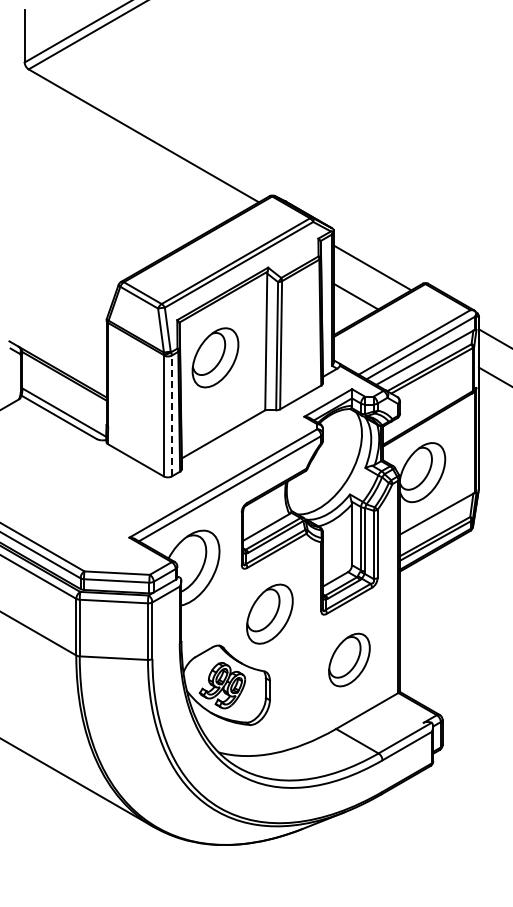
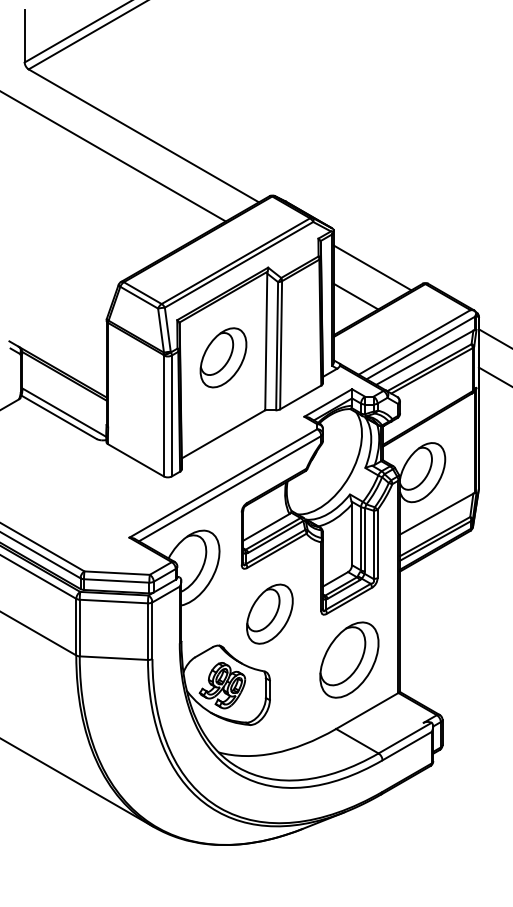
line at (113, 156): none -> present
part at (215, 357) position: (215, 357) -> (223, 357)
line at (171, 415): dashed -> solid
part at (349, 659) size: 43x56 px -> 61x78 px
